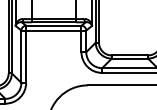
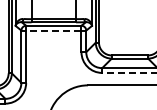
line at (53, 30): solid -> dashed
line at (128, 72): solid -> dashed
